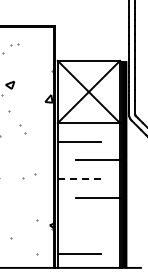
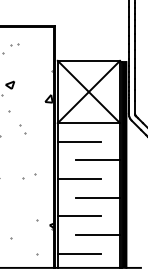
line at (79, 179): dashed -> solid
line at (79, 216): none -> present
line at (98, 235): none -> present
